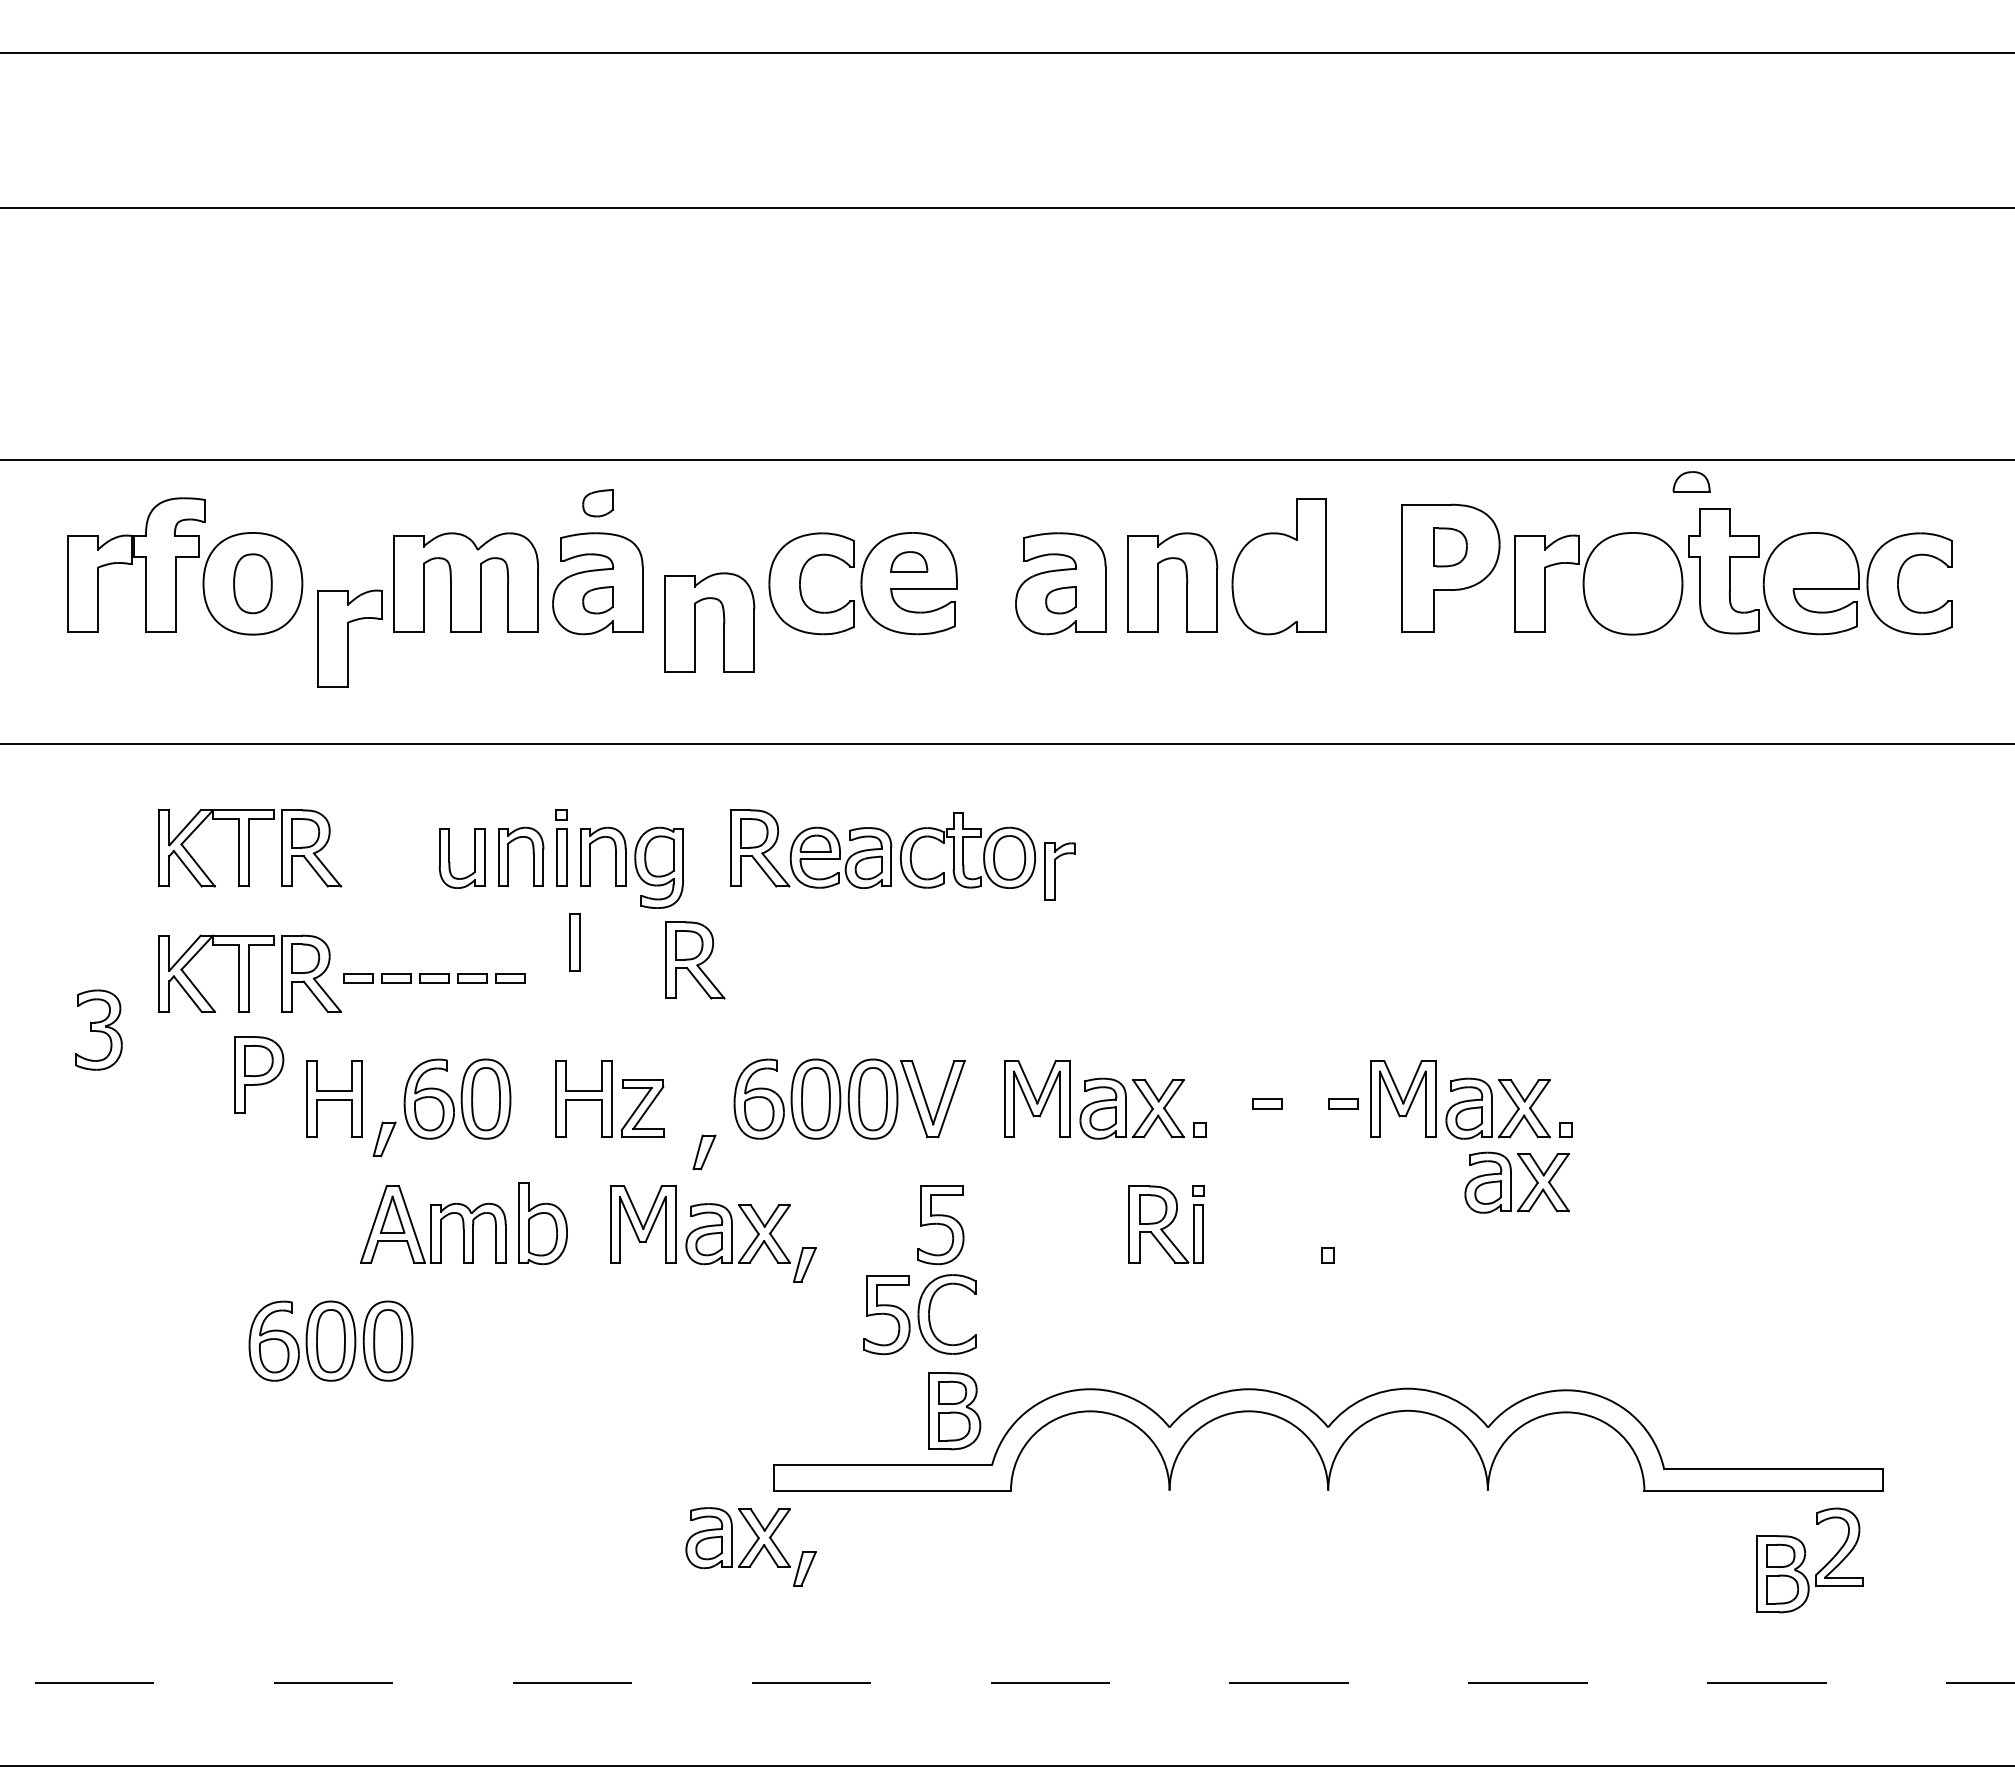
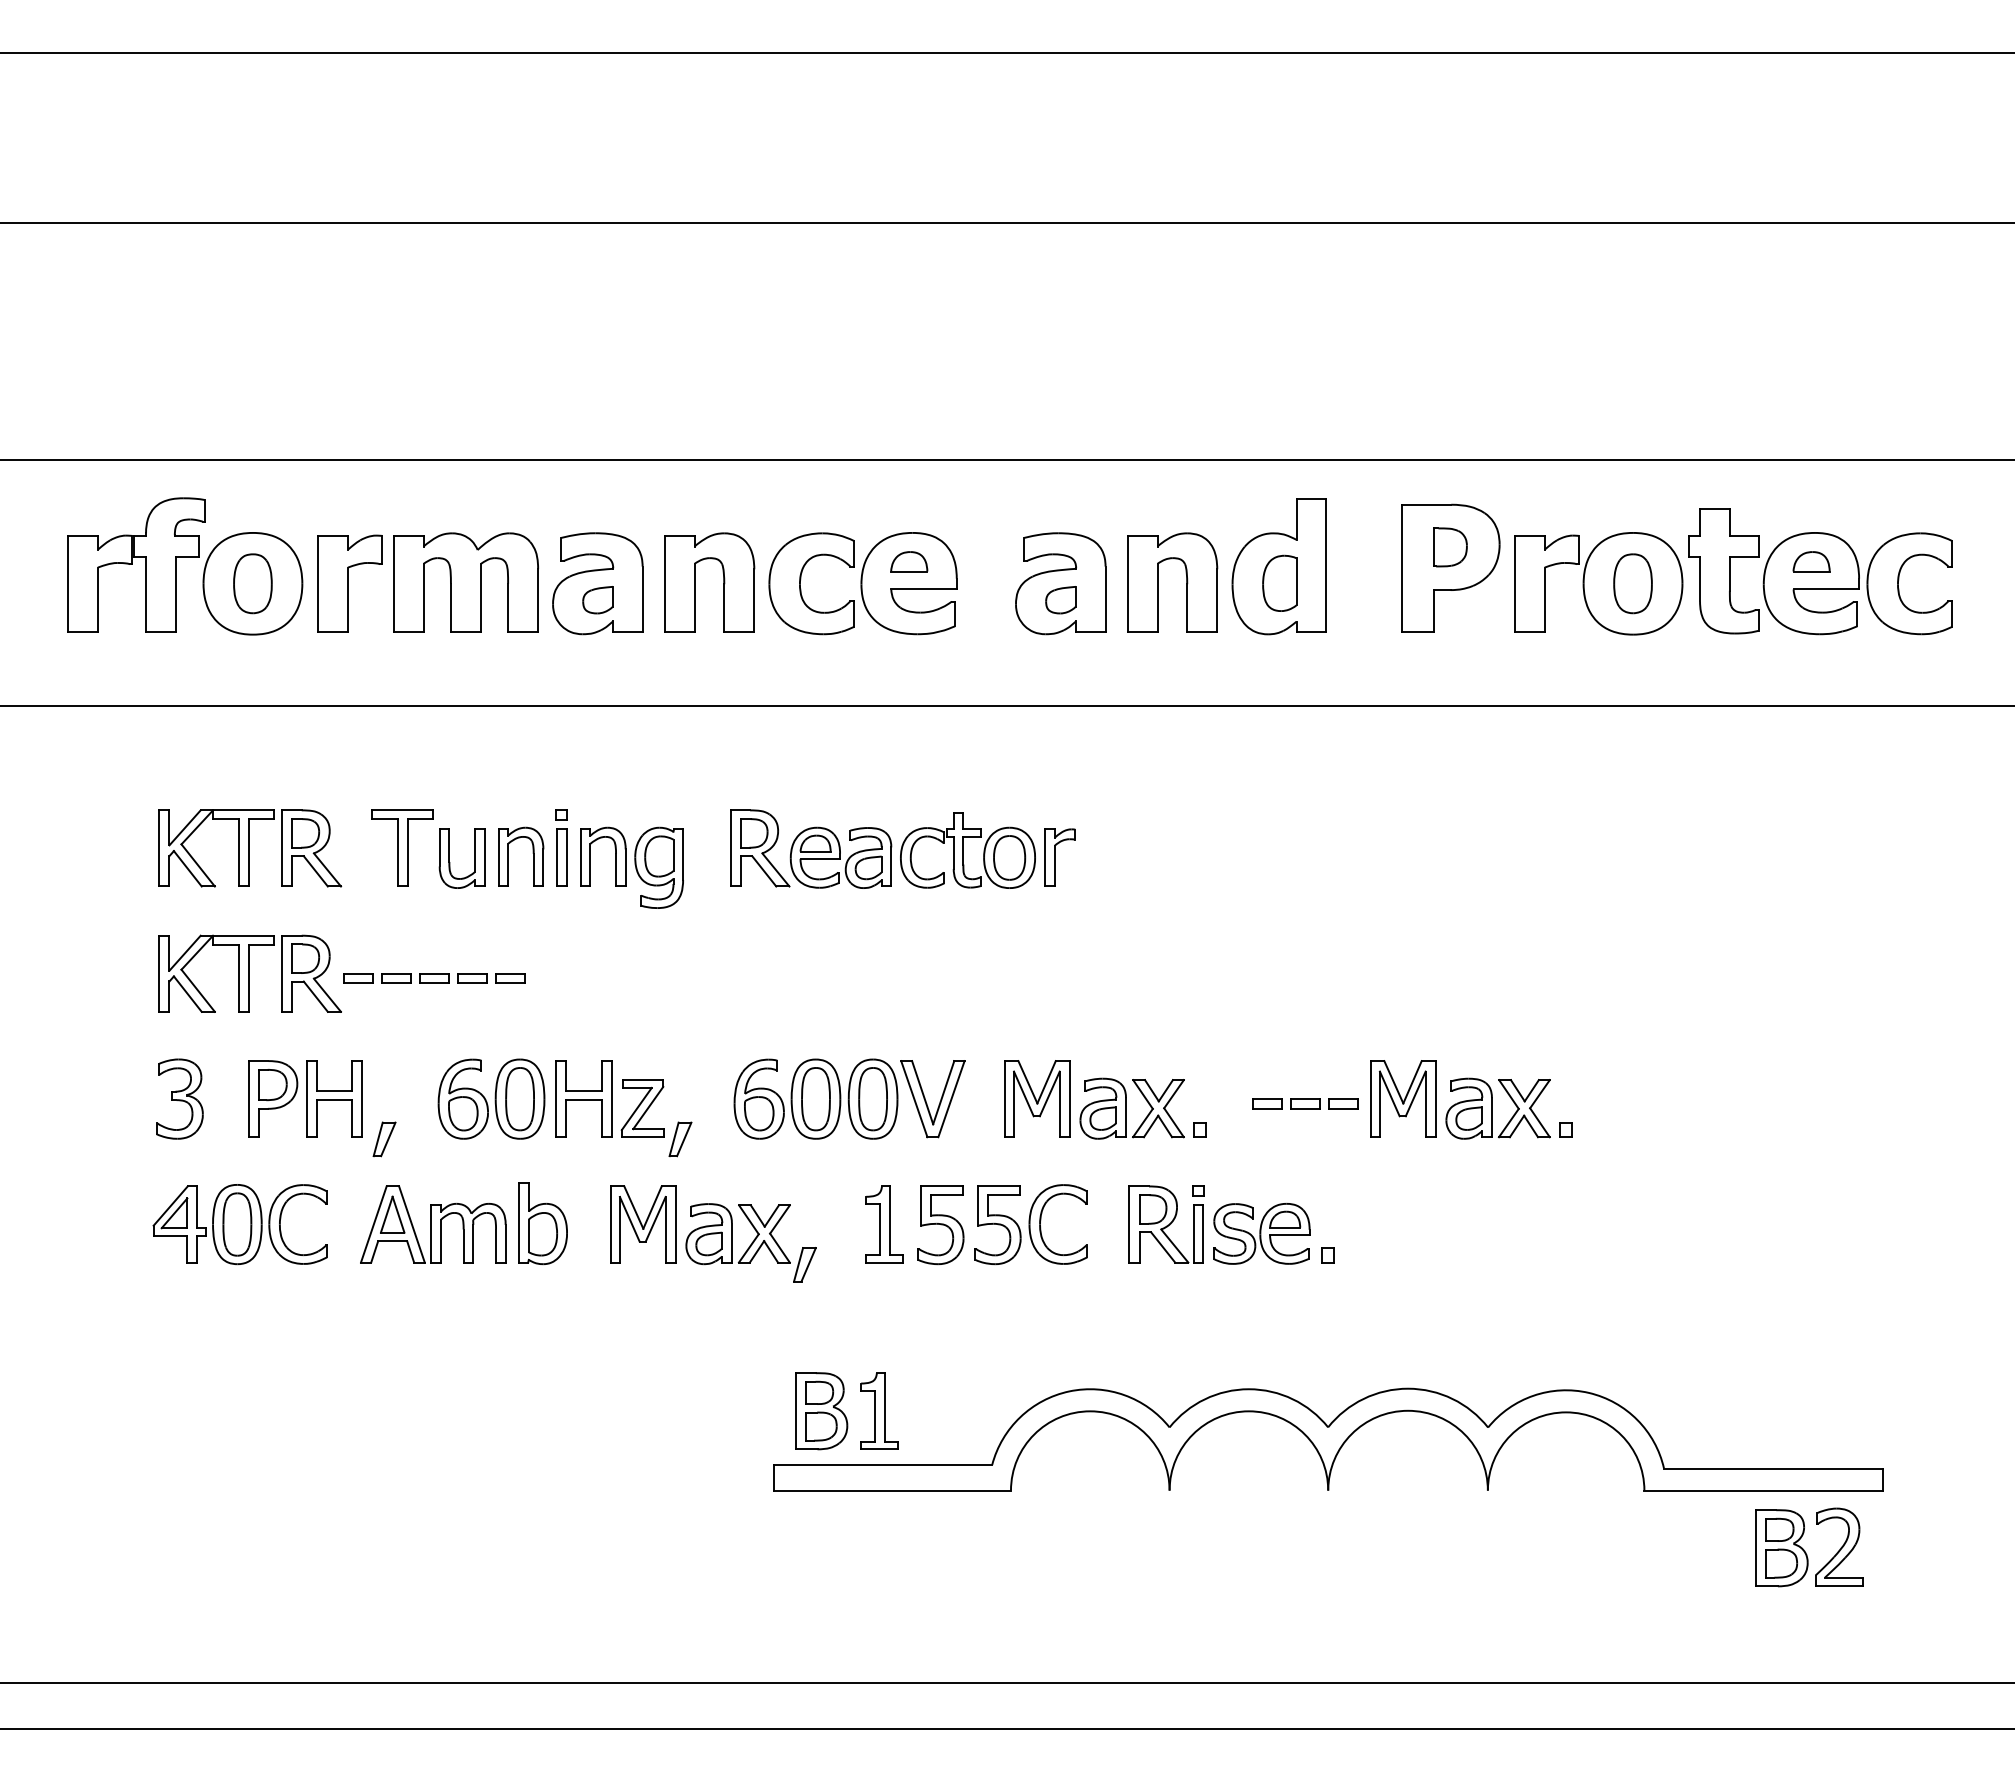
line at (1006, 208) position: (1006, 208) -> (1006, 223)
part at (1691, 481) position: (1691, 481) -> (1811, 561)
part at (597, 503): present -> none
part at (1279, 582): none -> present
part at (1632, 583): none -> present
part at (695, 622) position: (695, 622) -> (695, 582)
part at (349, 638) position: (349, 638) -> (349, 583)
line at (1006, 743) position: (1006, 743) -> (1006, 705)
part at (402, 847): none -> present
part at (1059, 871) position: (1059, 871) -> (1059, 857)
part at (574, 942): present -> none
part at (695, 960): present -> none
part at (98, 1029) position: (98, 1029) -> (179, 1098)
part at (259, 1074) position: (259, 1074) -> (273, 1098)
part at (457, 1098) position: (457, 1098) -> (491, 1098)
part at (1305, 1103): none -> present
part at (704, 1152) position: (704, 1152) -> (680, 1139)
part at (1516, 1182): present -> none
part at (239, 1224): none -> present
part at (884, 1224): none -> present
part at (1261, 1233): none -> present
part at (919, 1314) position: (919, 1314) -> (1030, 1224)
part at (330, 1340): present -> none
part at (879, 1410): none -> present
part at (954, 1411) position: (954, 1411) -> (821, 1411)
part at (750, 1546): present -> none
part at (1782, 1574) position: (1782, 1574) -> (1781, 1548)
line at (1007, 1682): dashed -> solid
line at (1006, 1765) position: (1006, 1765) -> (1006, 1728)
